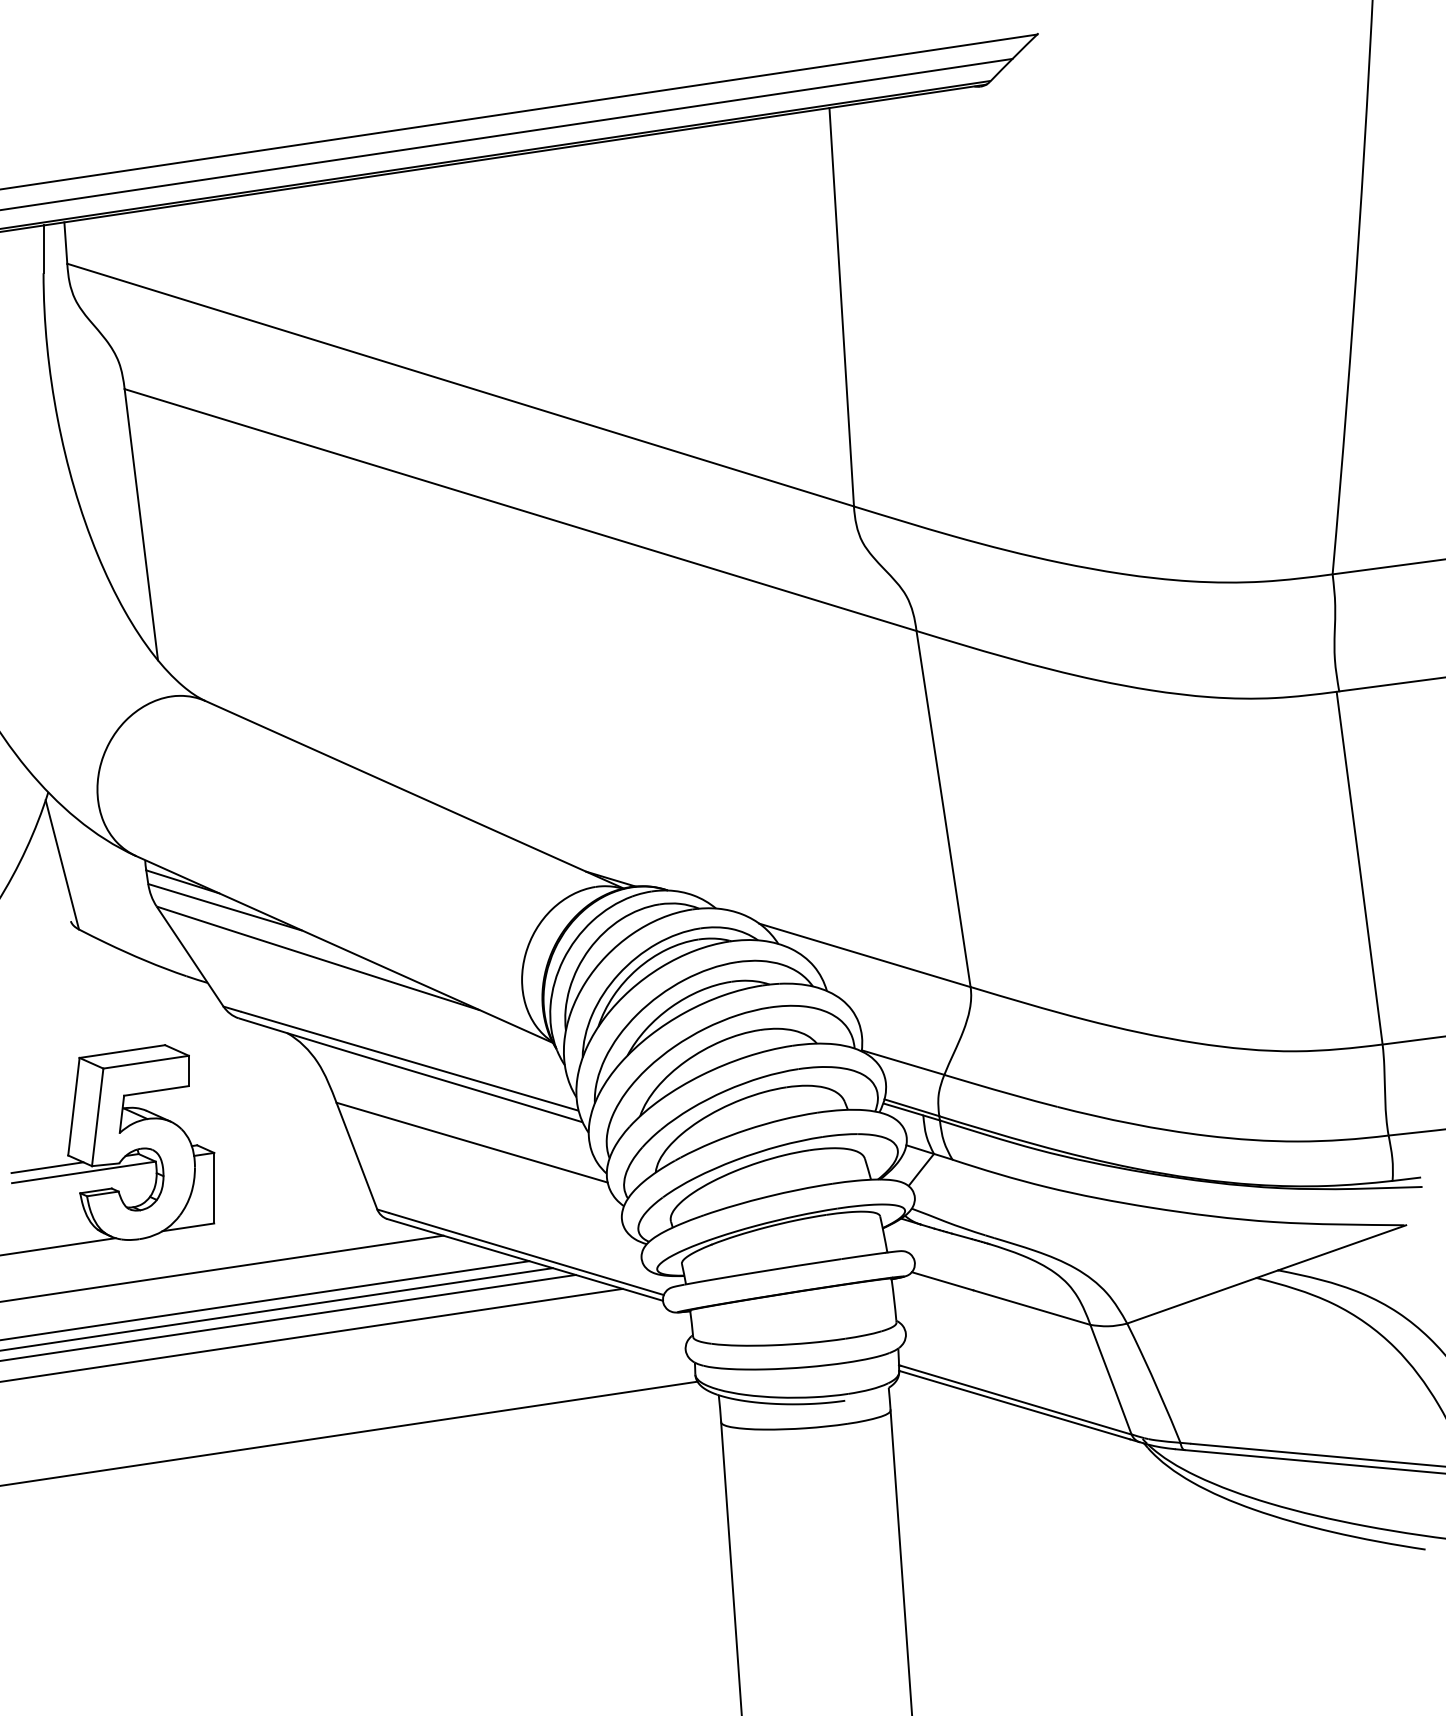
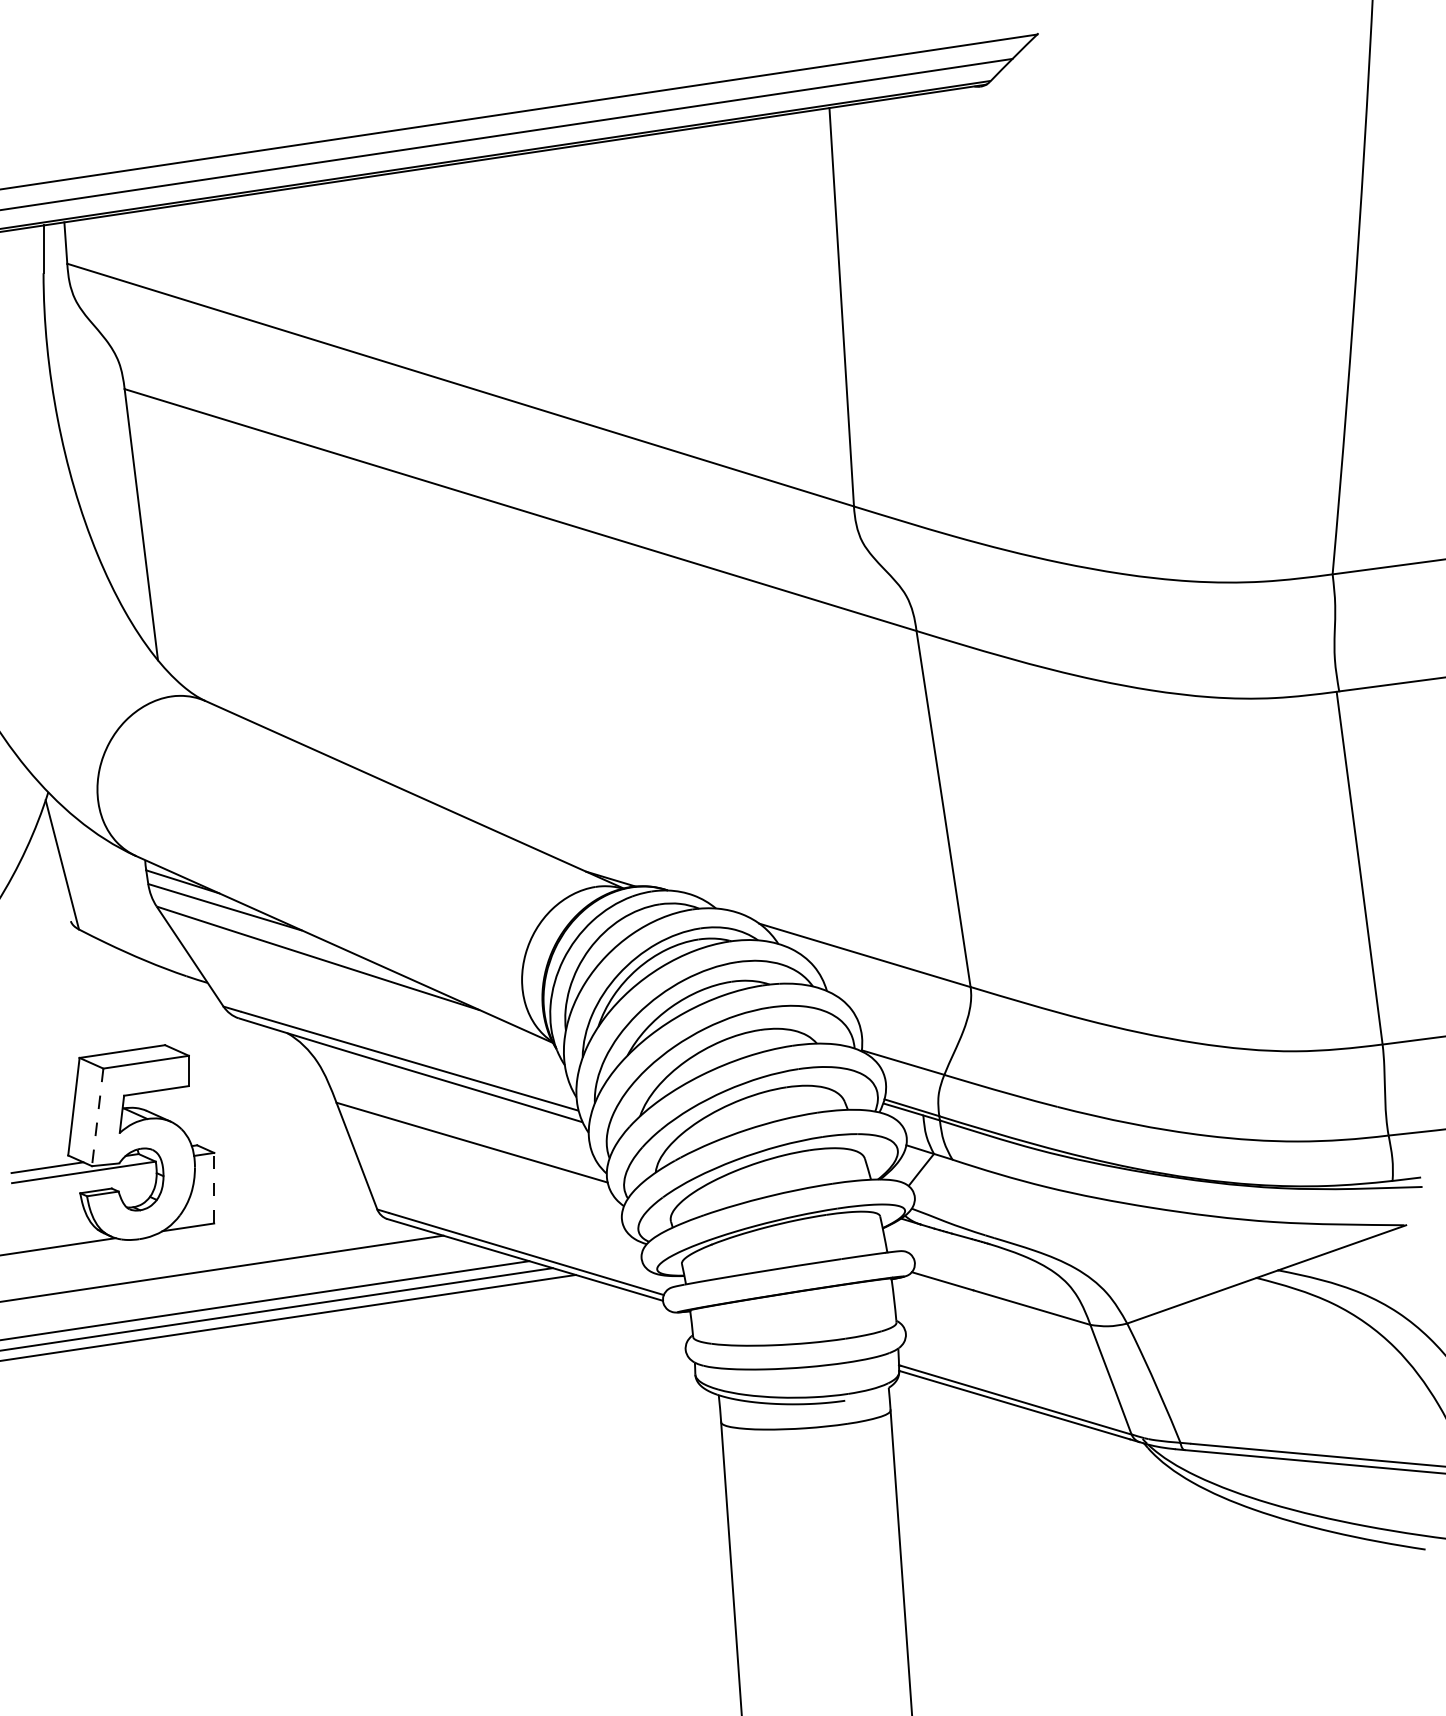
line at (97, 1117): solid -> dashed
line at (214, 1187): solid -> dashed
line at (312, 1334): present -> none
line at (349, 1433): present -> none
